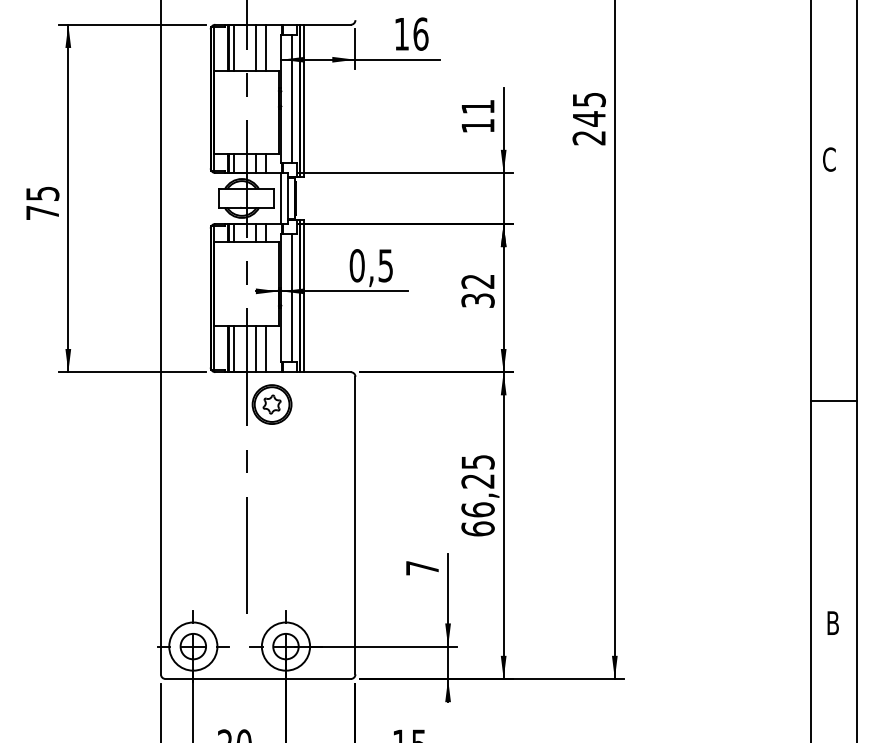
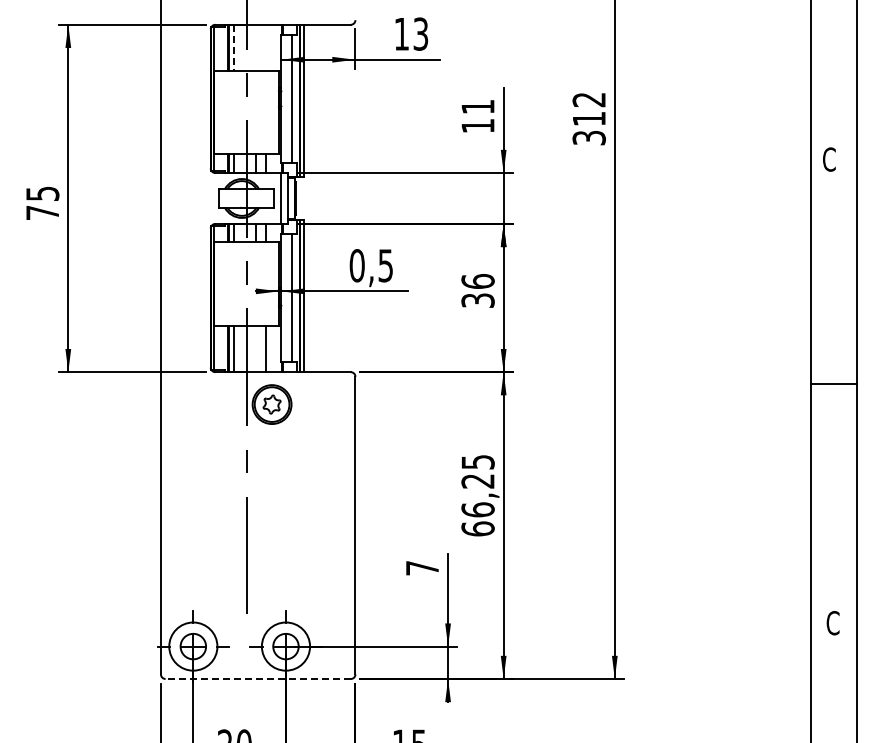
text at (420, 33): 16 -> 13
line at (256, 47): present -> none
line at (265, 47): present -> none
line at (233, 48): solid -> dashed
text at (588, 119): 245 -> 312
text at (477, 281): 32 -> 36
line at (256, 348): present -> none
line at (834, 400) position: (834, 400) -> (834, 383)
text at (832, 623): B -> C
line at (258, 679): solid -> dashed
